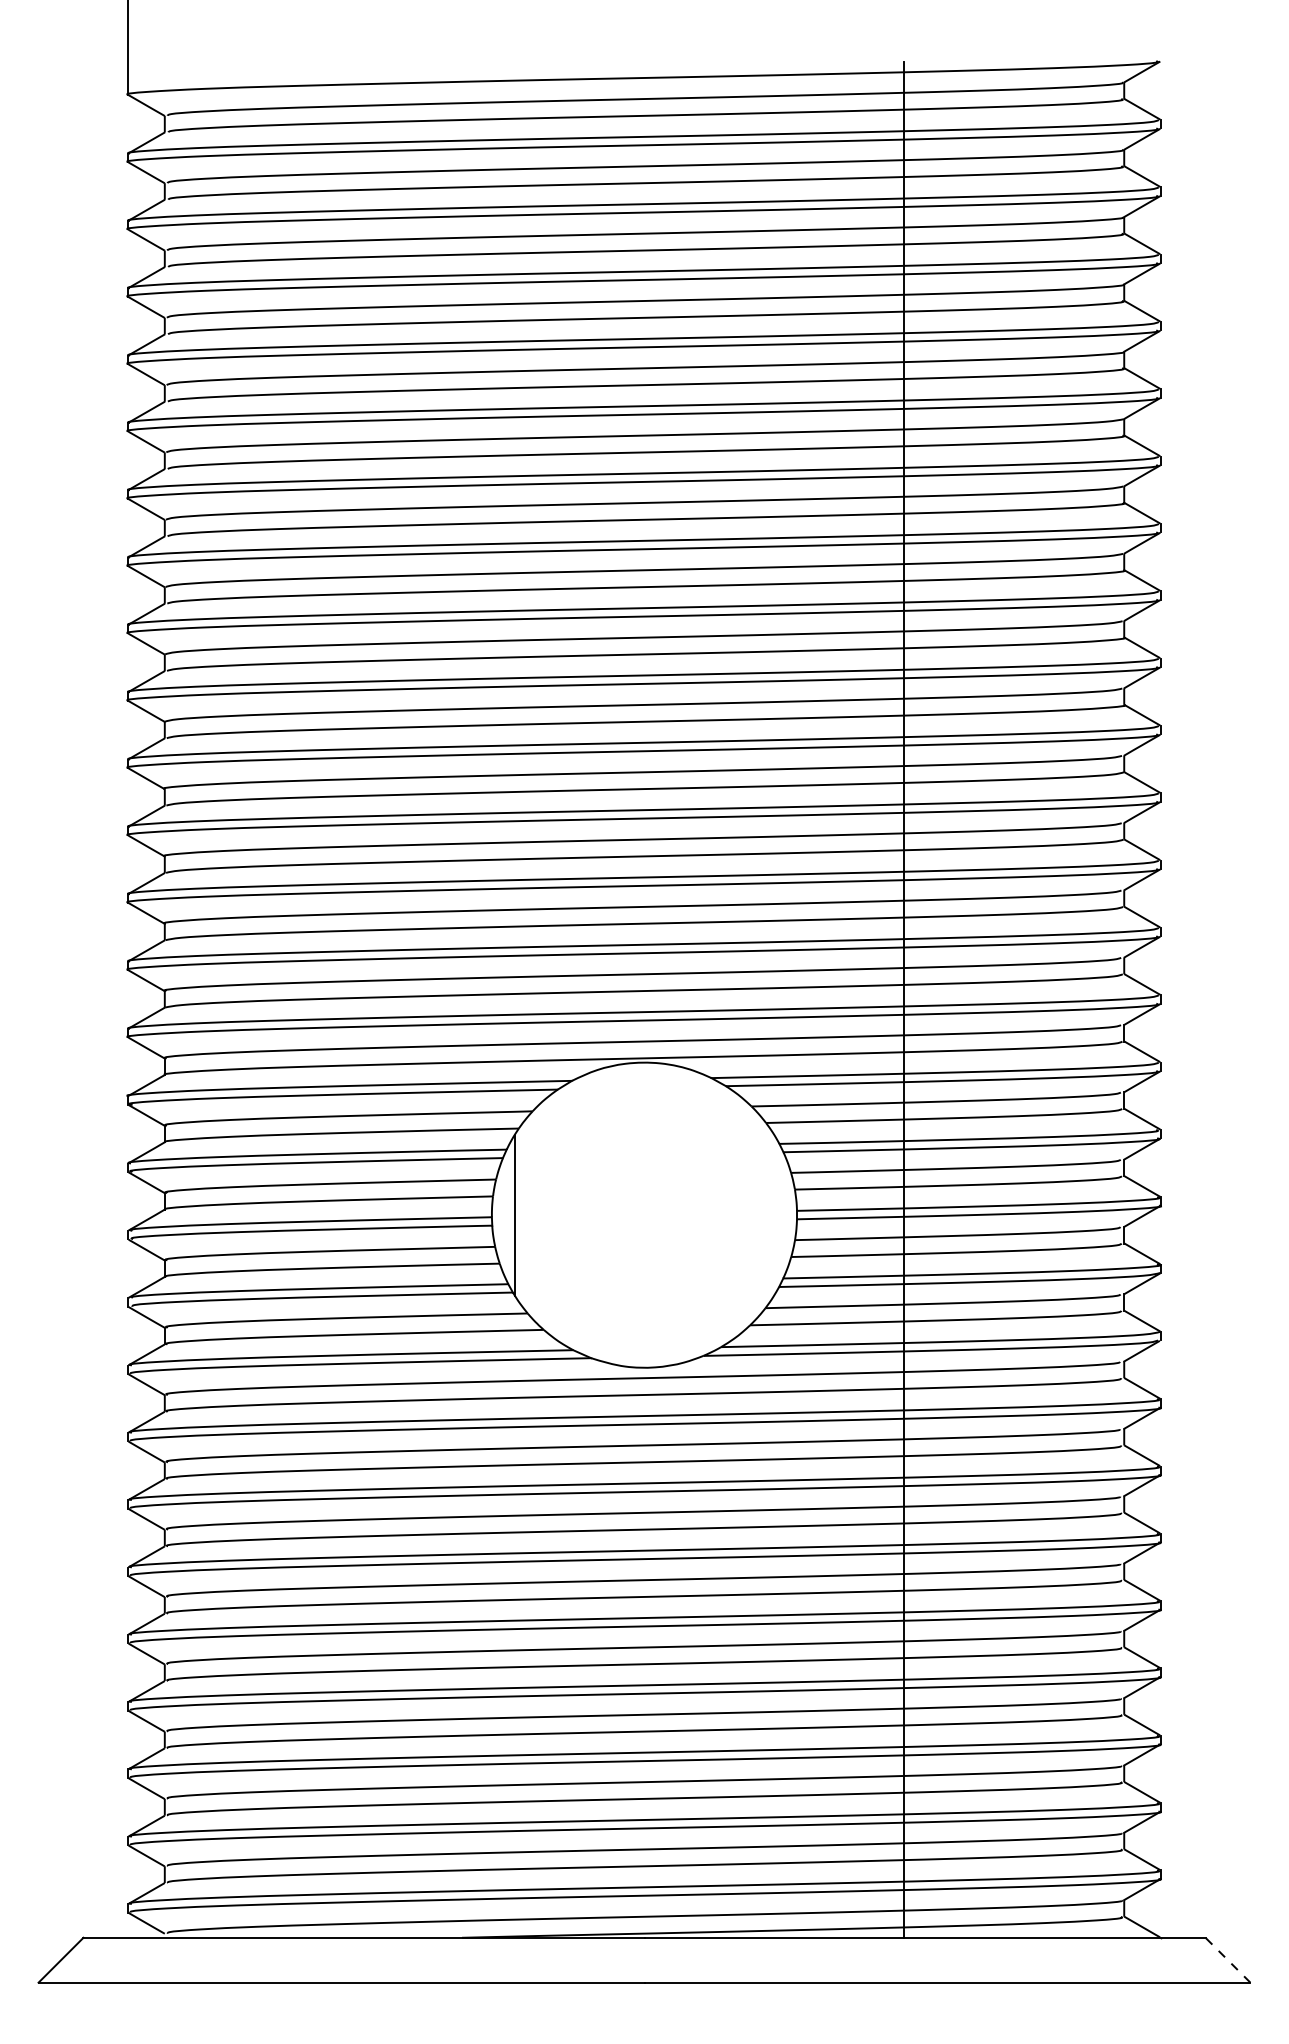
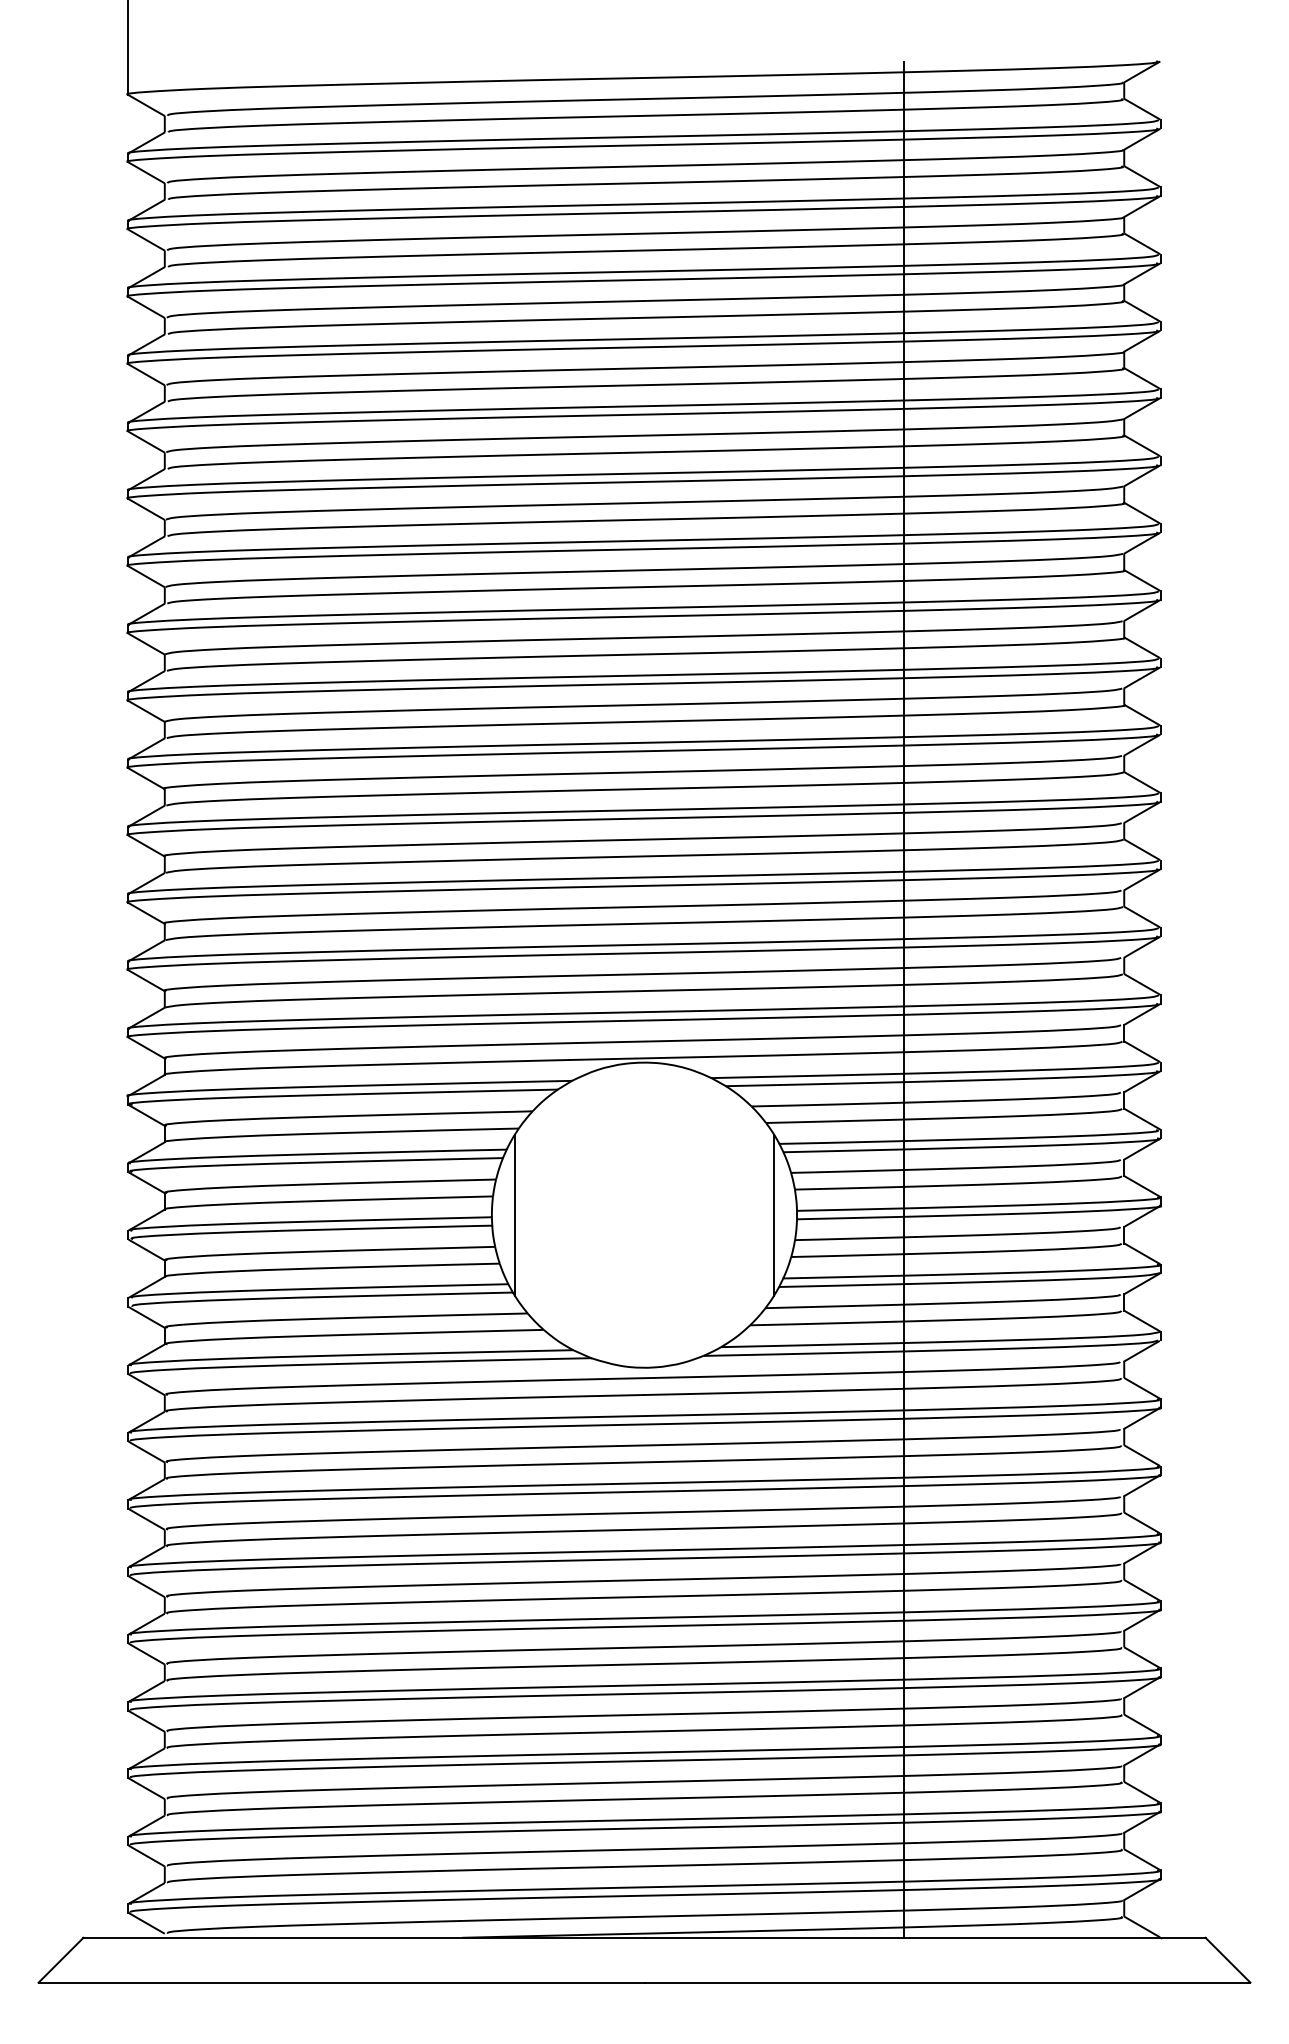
line at (774, 1214): none -> present
line at (1227, 1960): dashed -> solid
